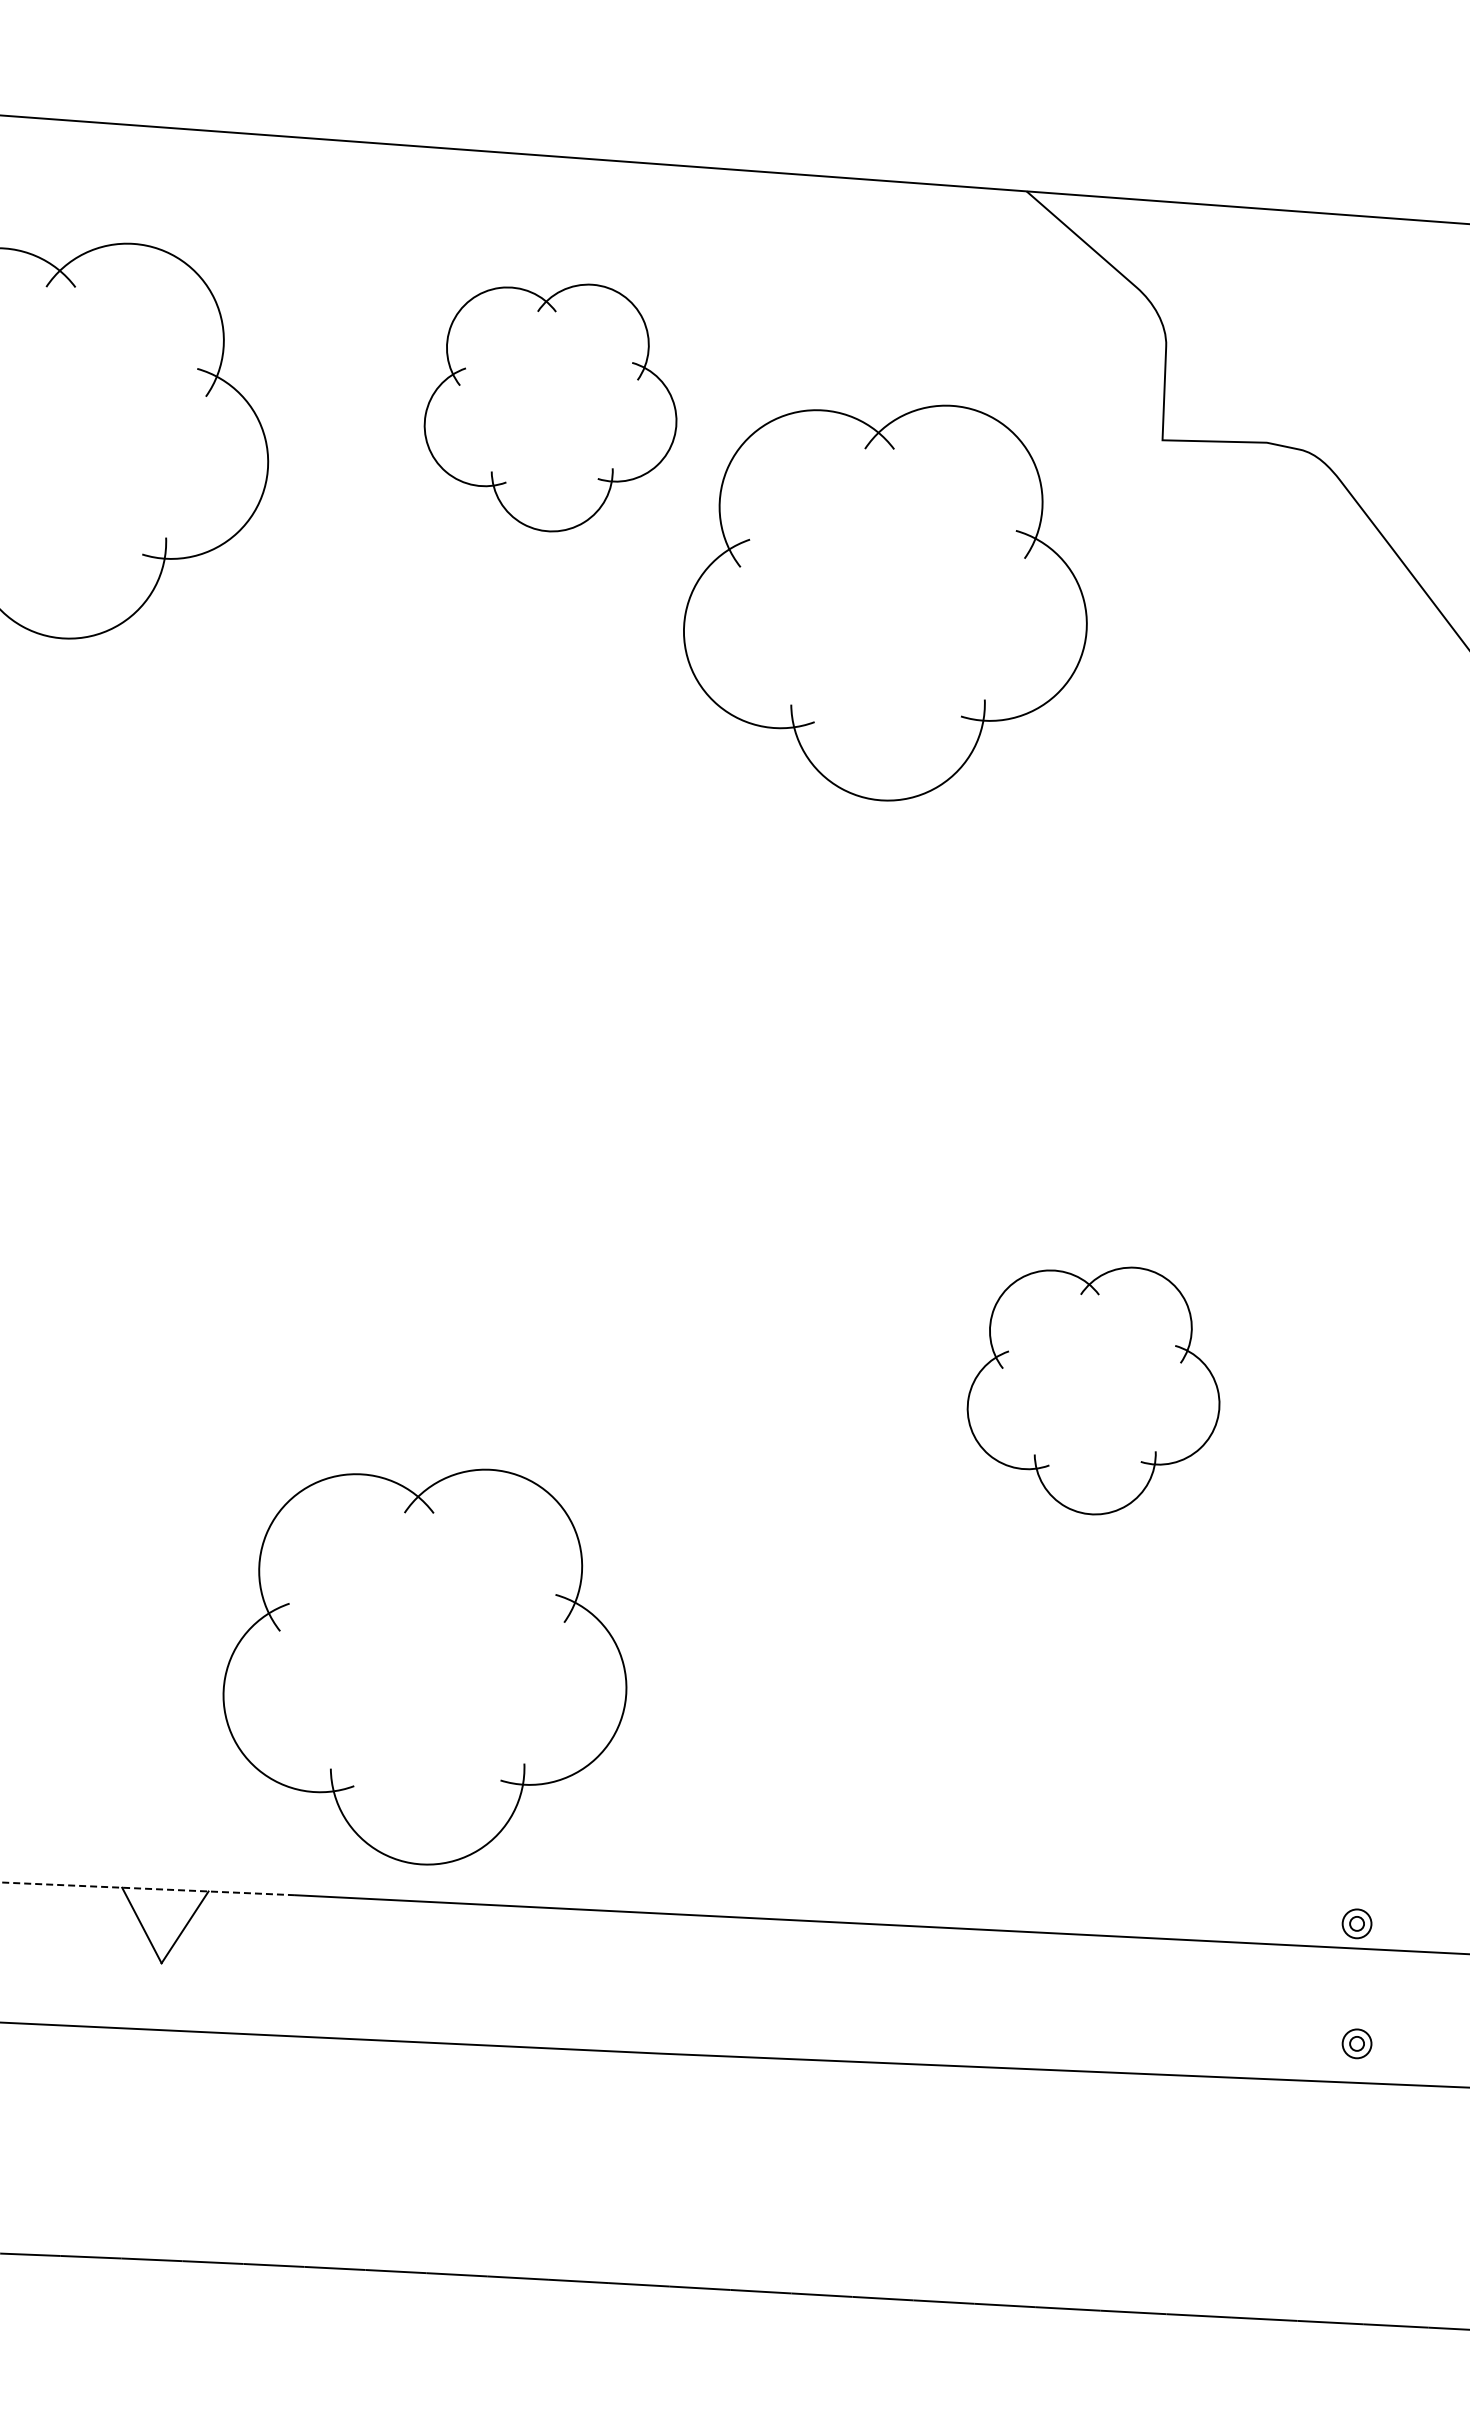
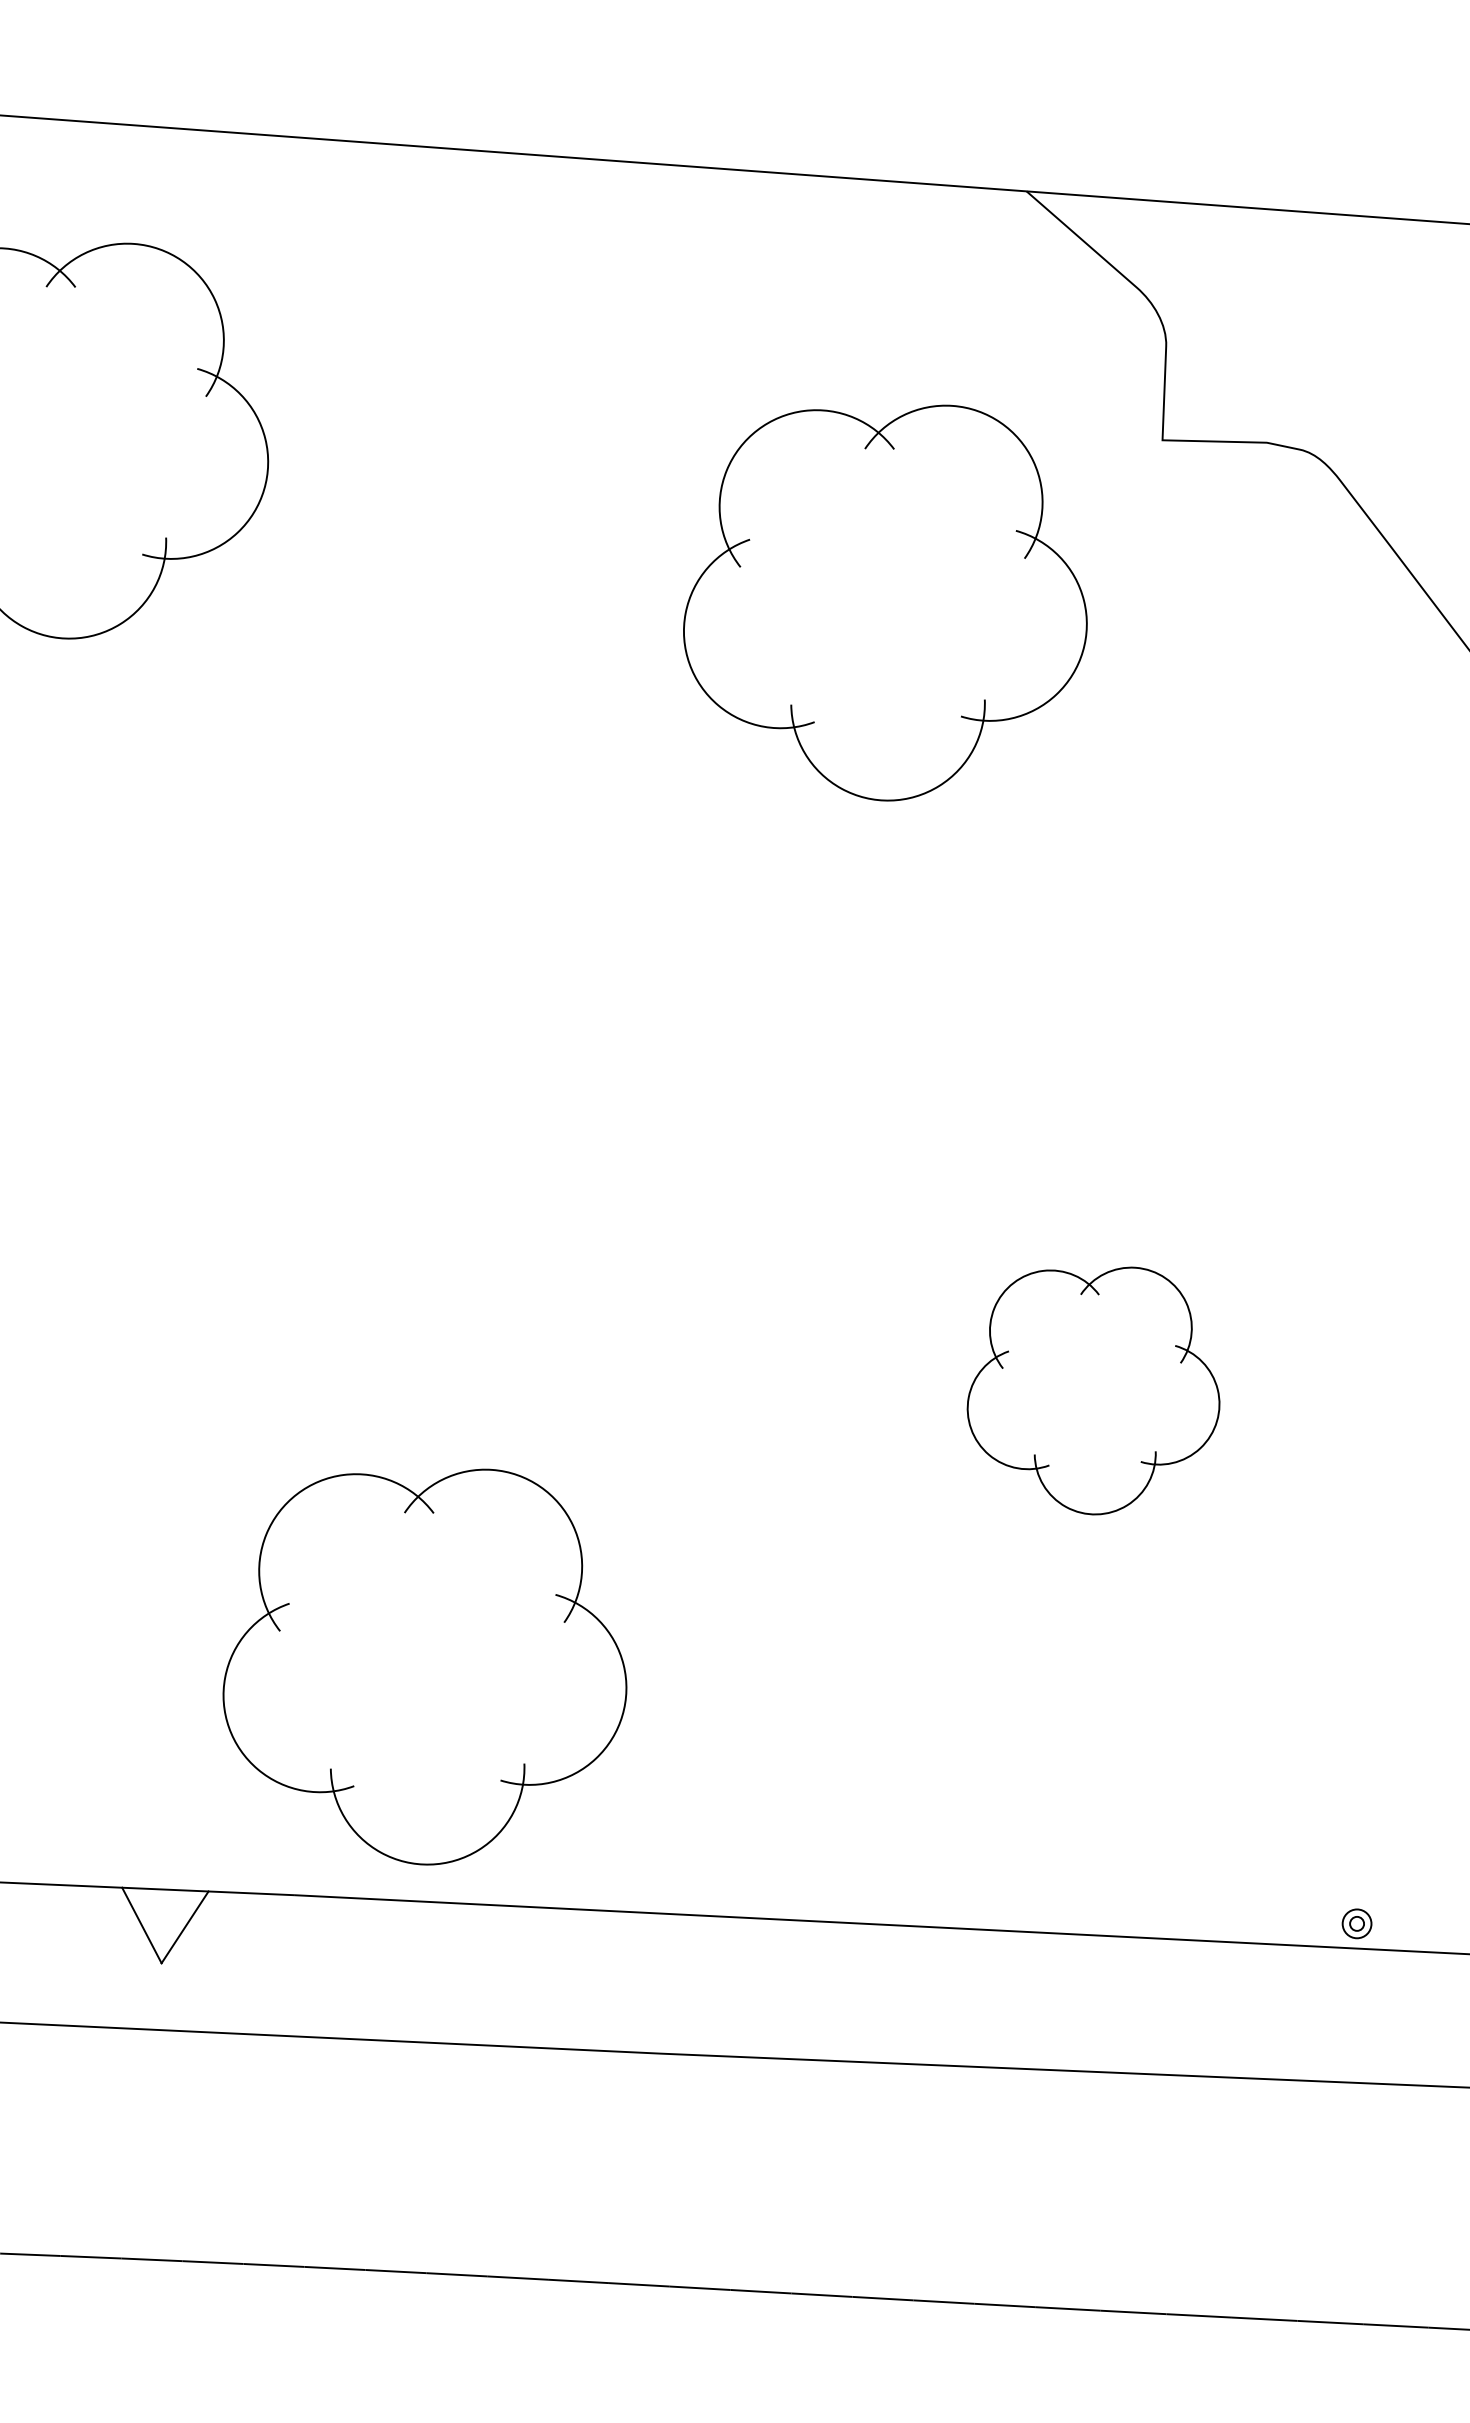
part at (550, 407): present -> none
line at (147, 1888): dashed -> solid
part at (1356, 2043): present -> none
